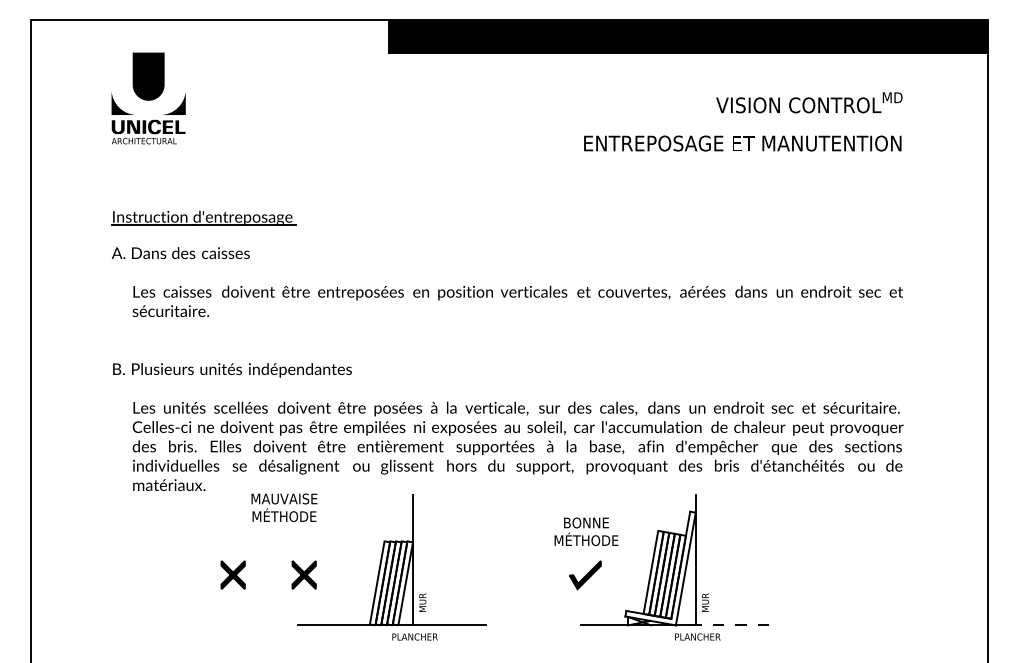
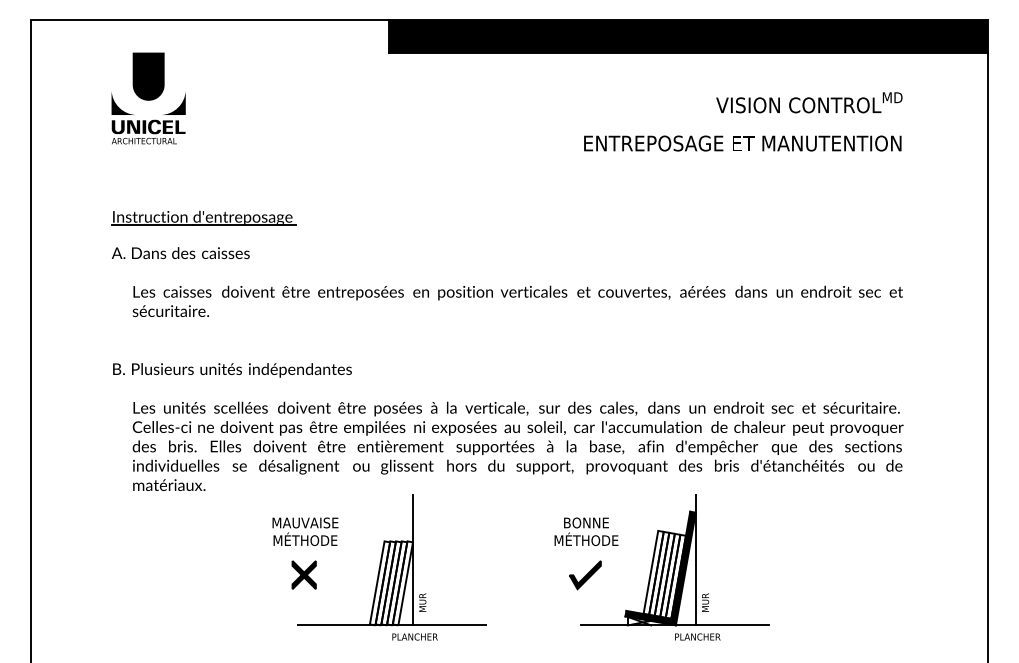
text at (284, 507) position: (284, 507) -> (305, 531)
fill at (660, 568): none -> present
part at (232, 574): present -> none
line at (732, 625): dashed -> solid
